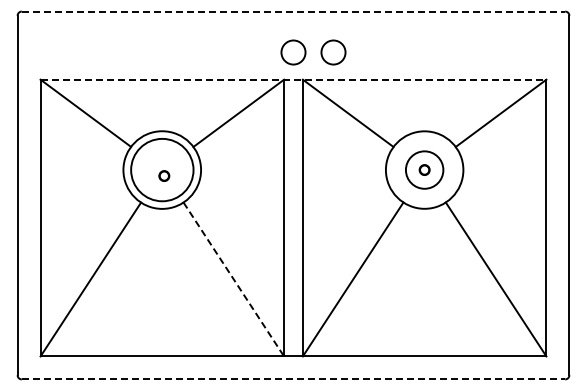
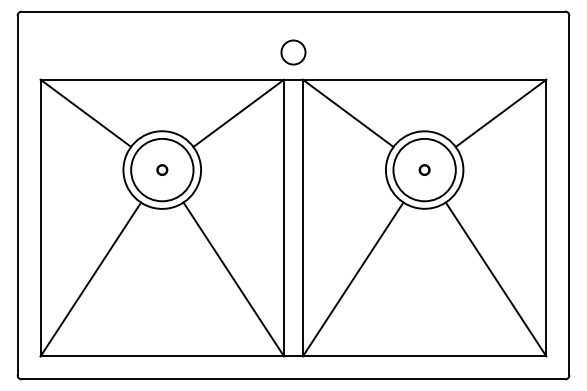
line at (293, 11): dashed -> solid
circle at (333, 52): present -> none
line at (293, 79): dashed -> solid
circle at (424, 169) diameter: 37 px -> 62 px
circle at (164, 175) position: (164, 175) -> (162, 169)
line at (233, 279): dashed -> solid
line at (293, 379): dashed -> solid
